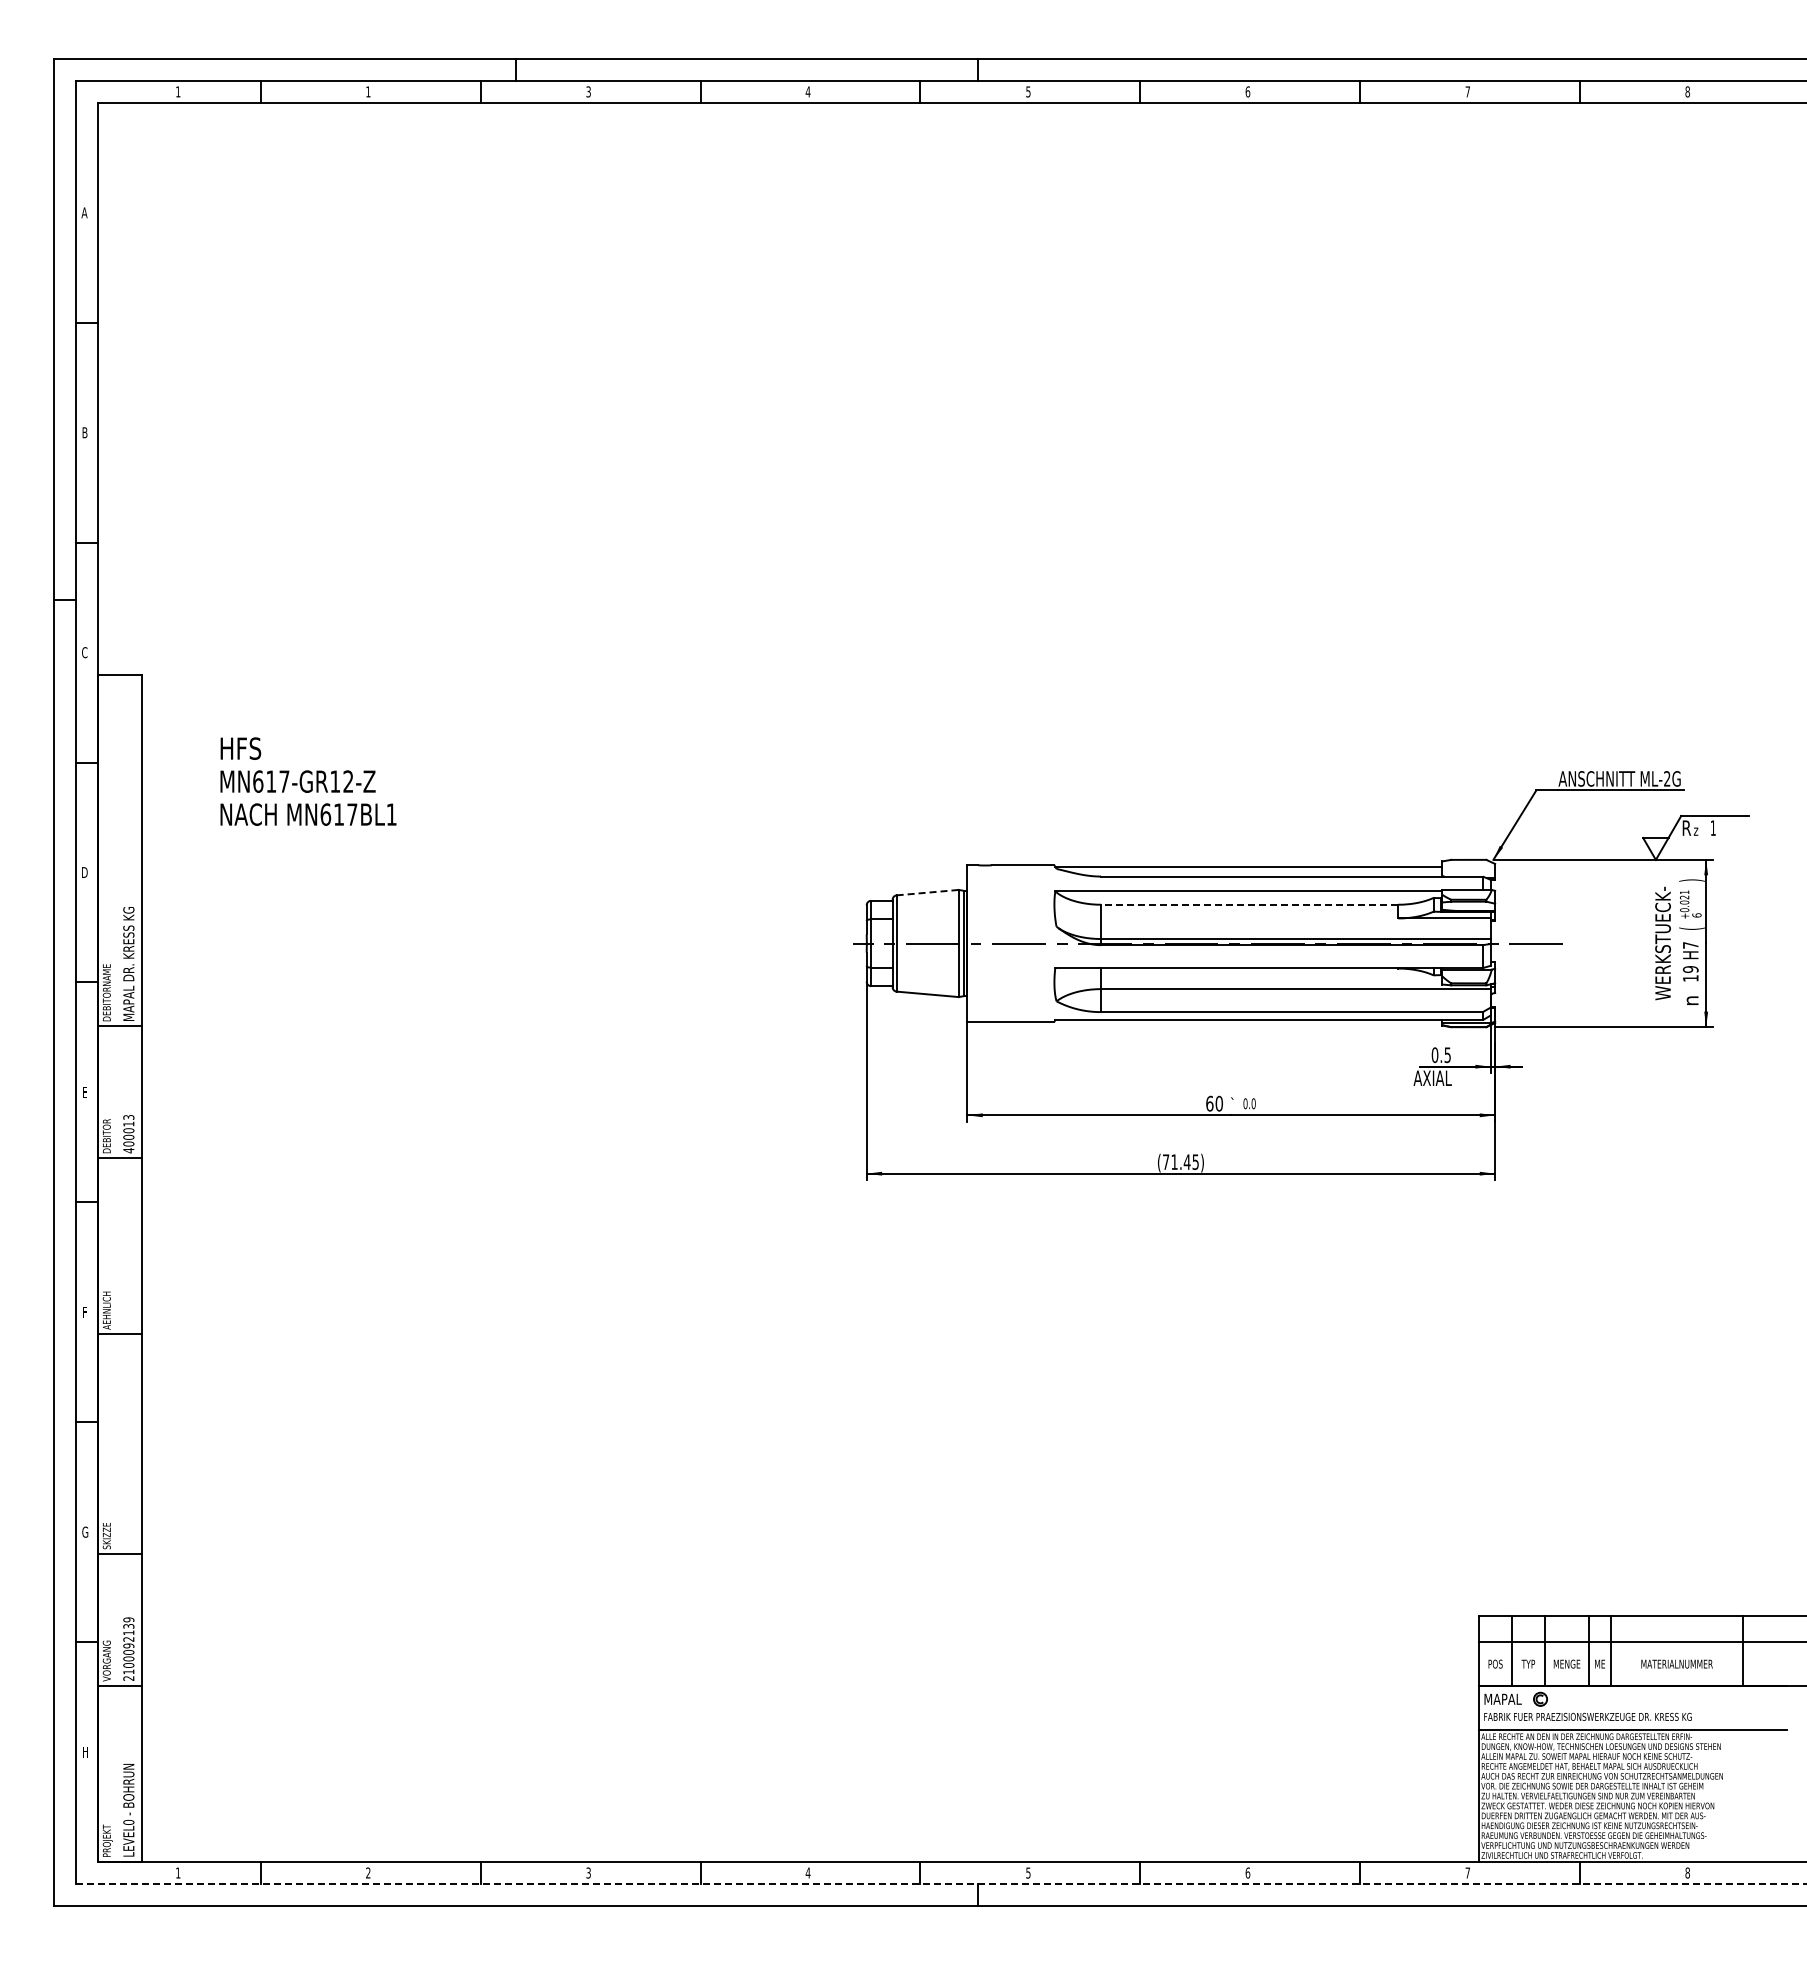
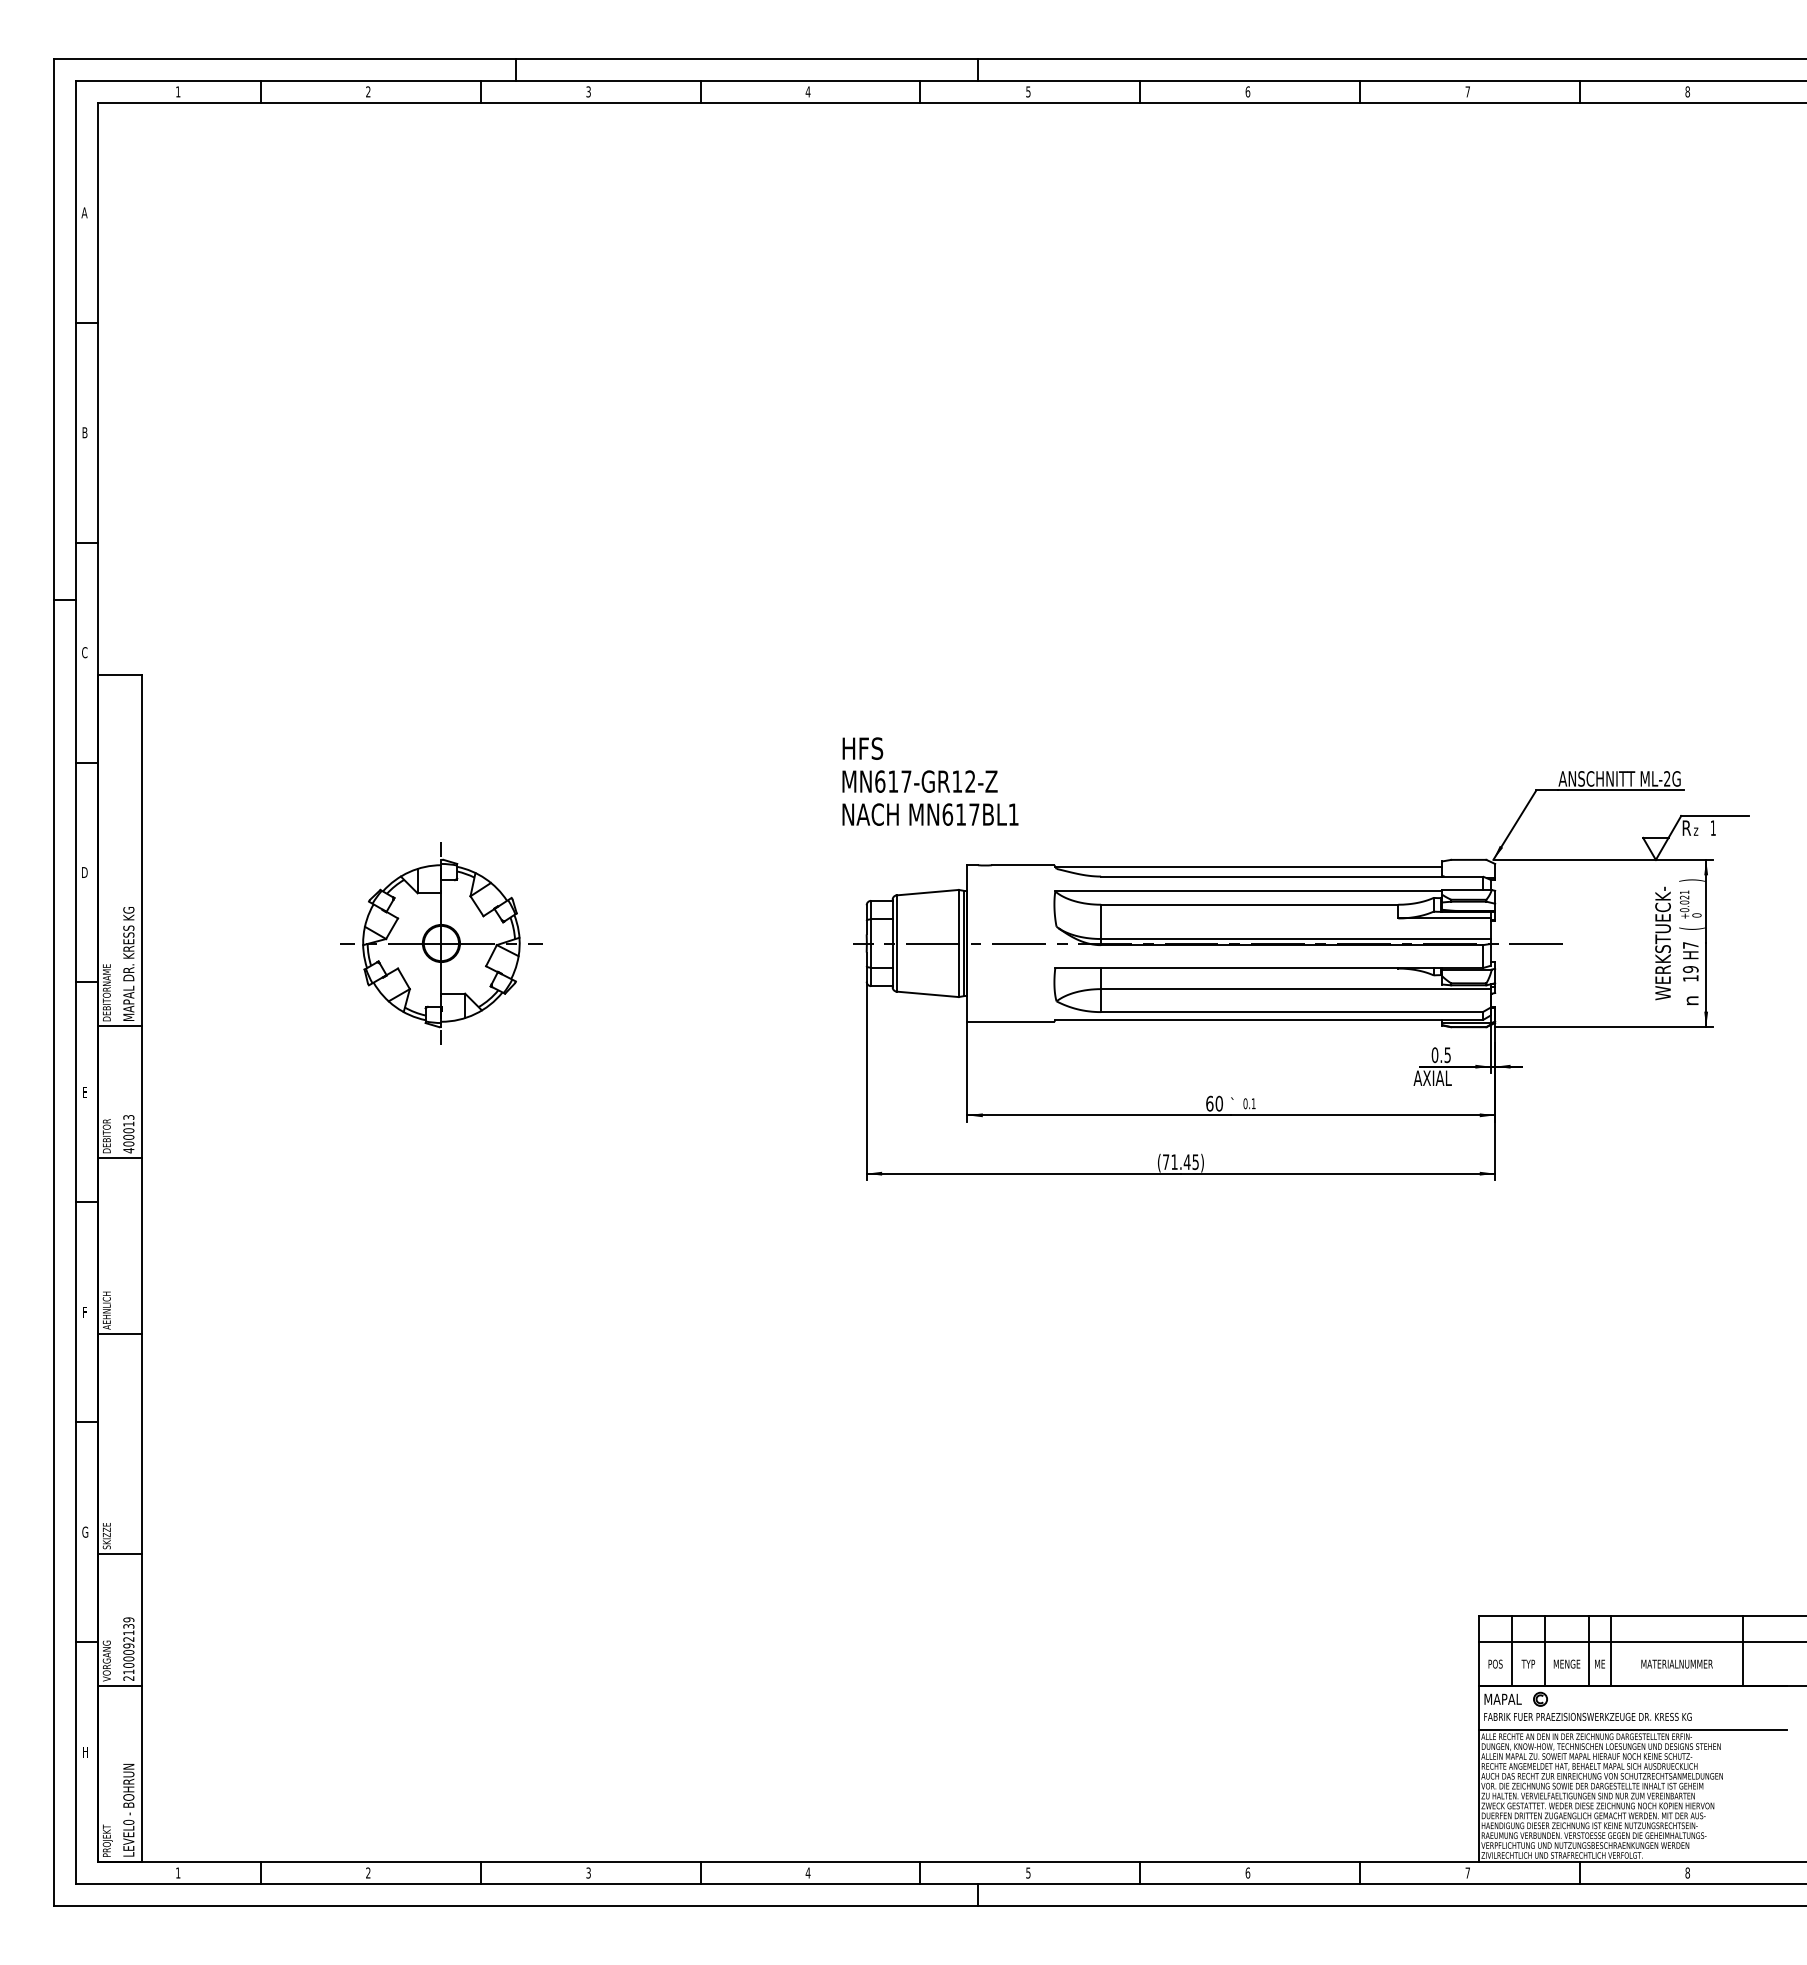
text at (368, 91): 1 -> 2
text at (308, 781) position: (308, 781) -> (930, 781)
line at (928, 892): dashed -> solid
line at (1249, 904): dashed -> solid
text at (1696, 915): 6 -> 0
part at (441, 943): none -> present
text at (1253, 1103): 0.0 -> 0.1
line at (941, 1884): dashed -> solid
